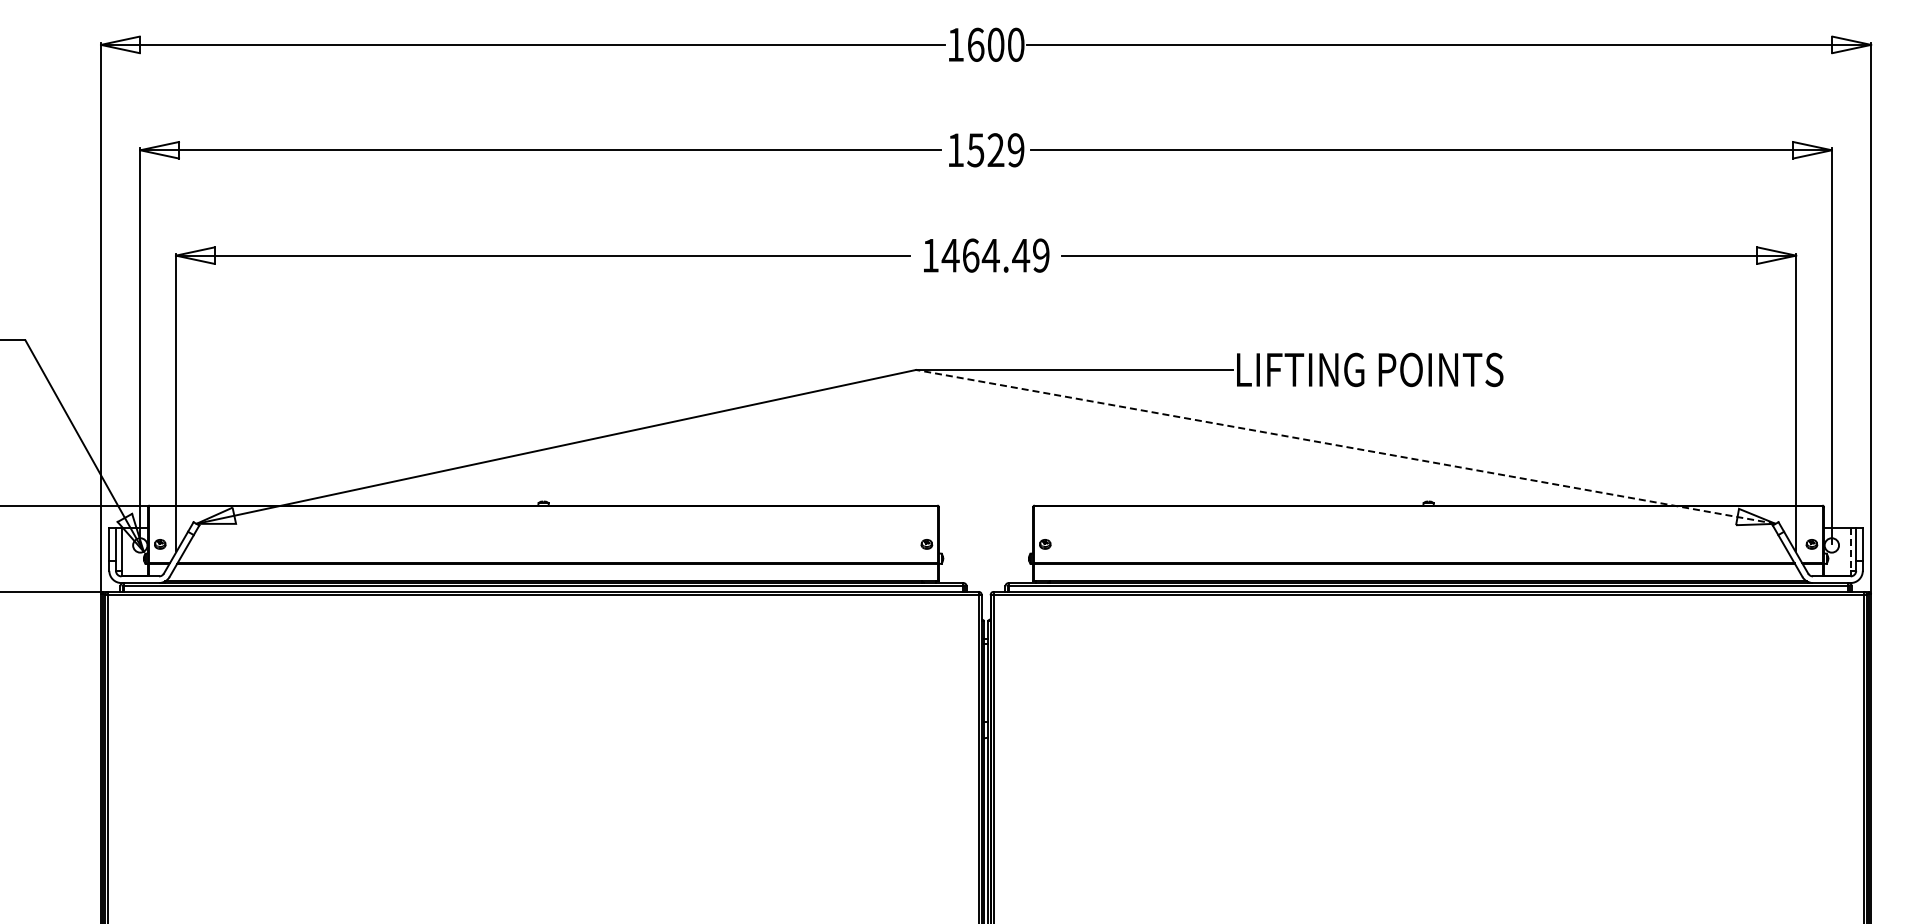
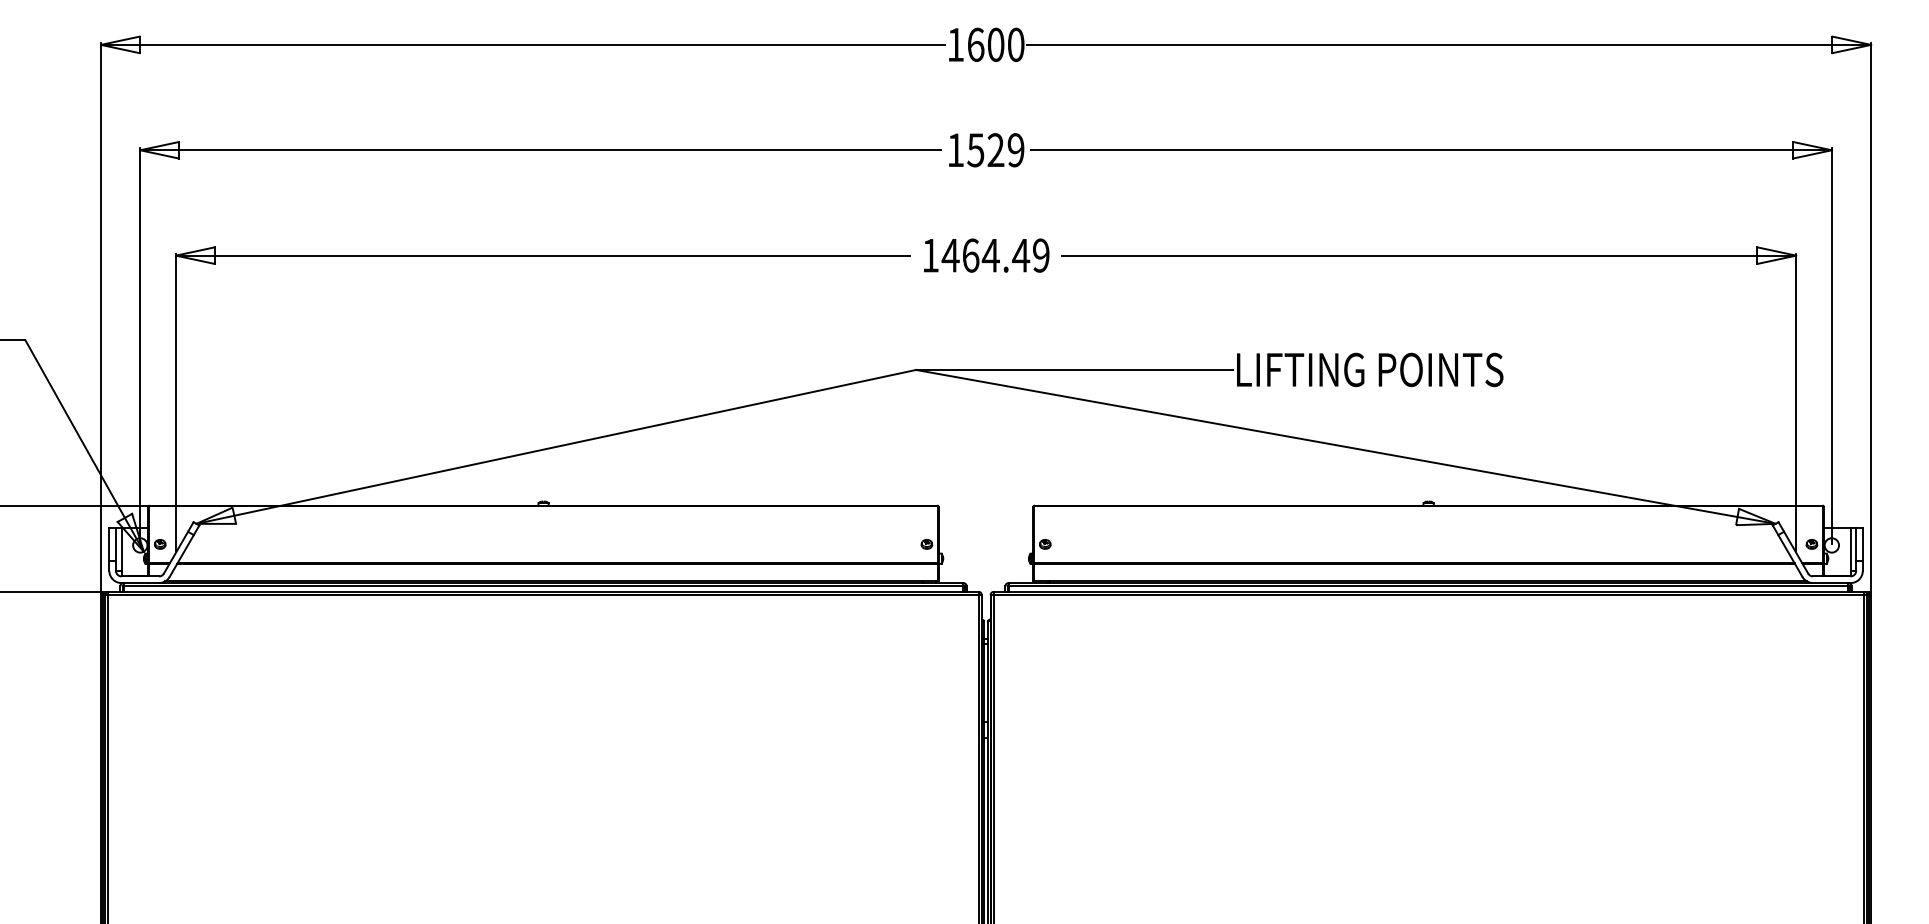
line at (1345, 446): dashed -> solid
line at (1850, 549): dashed -> solid
